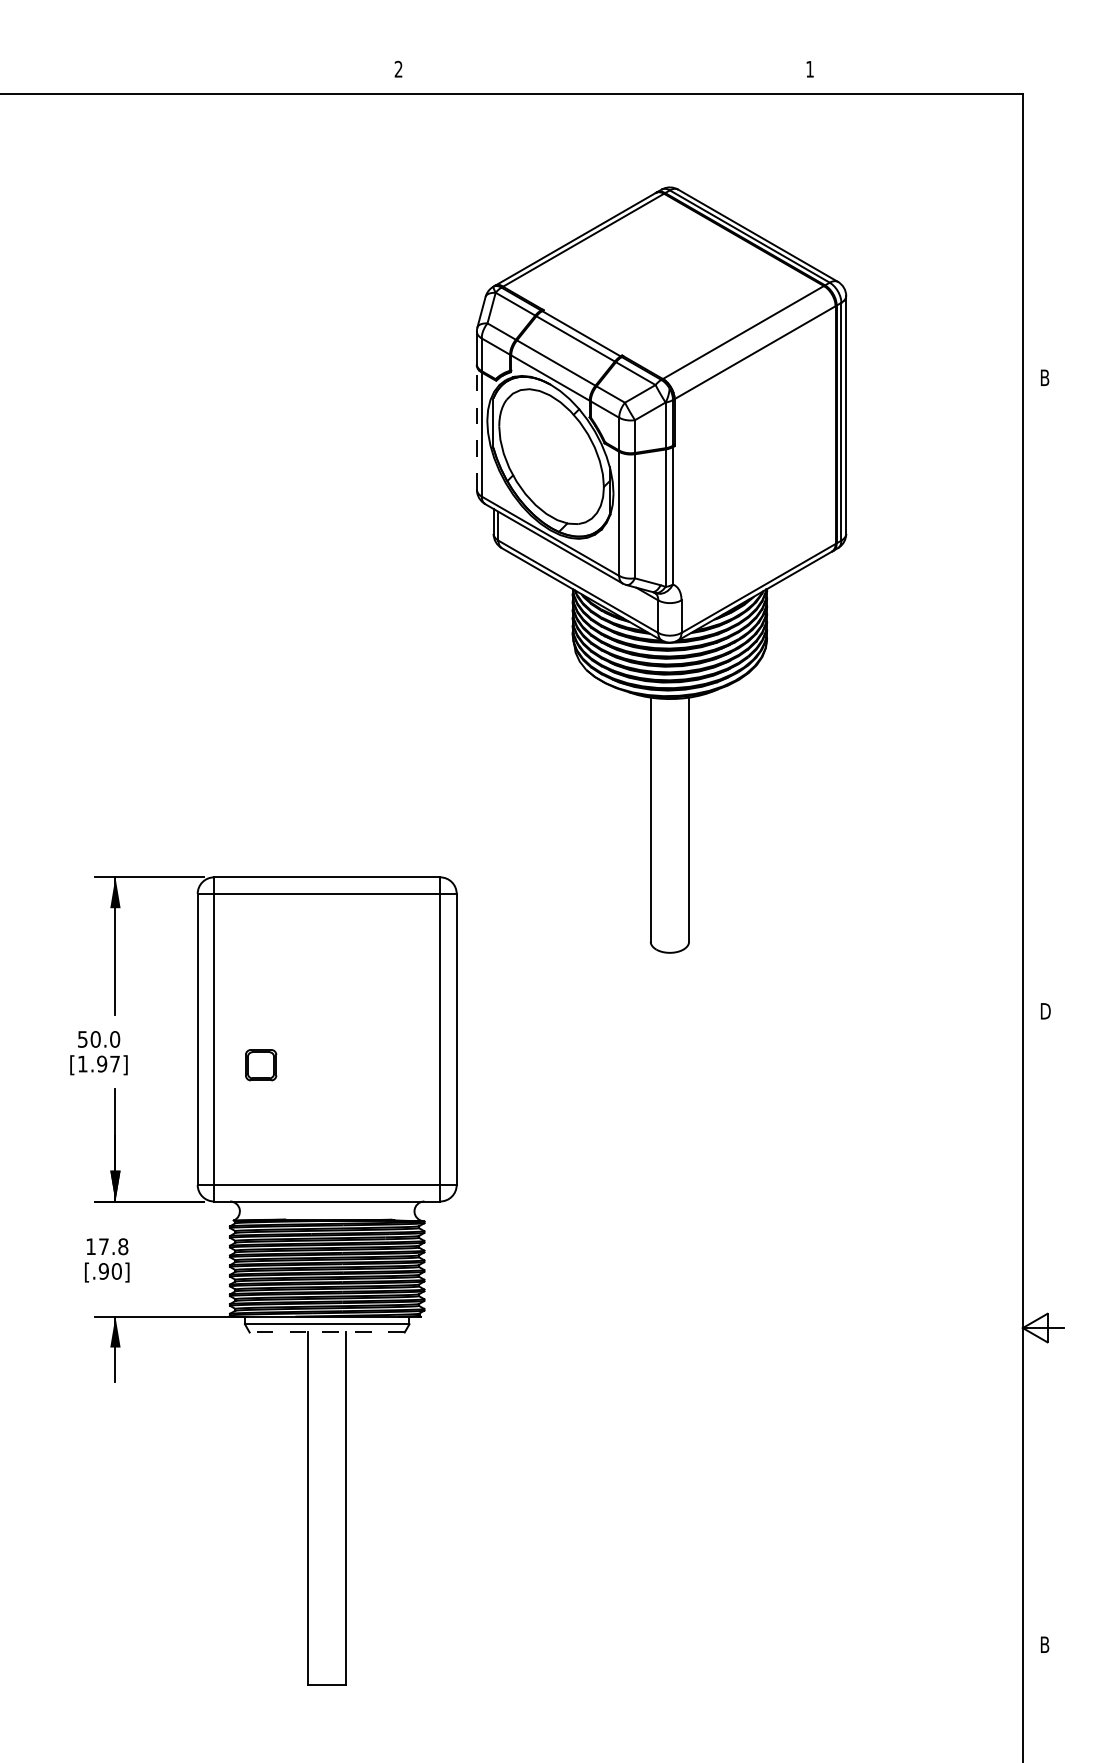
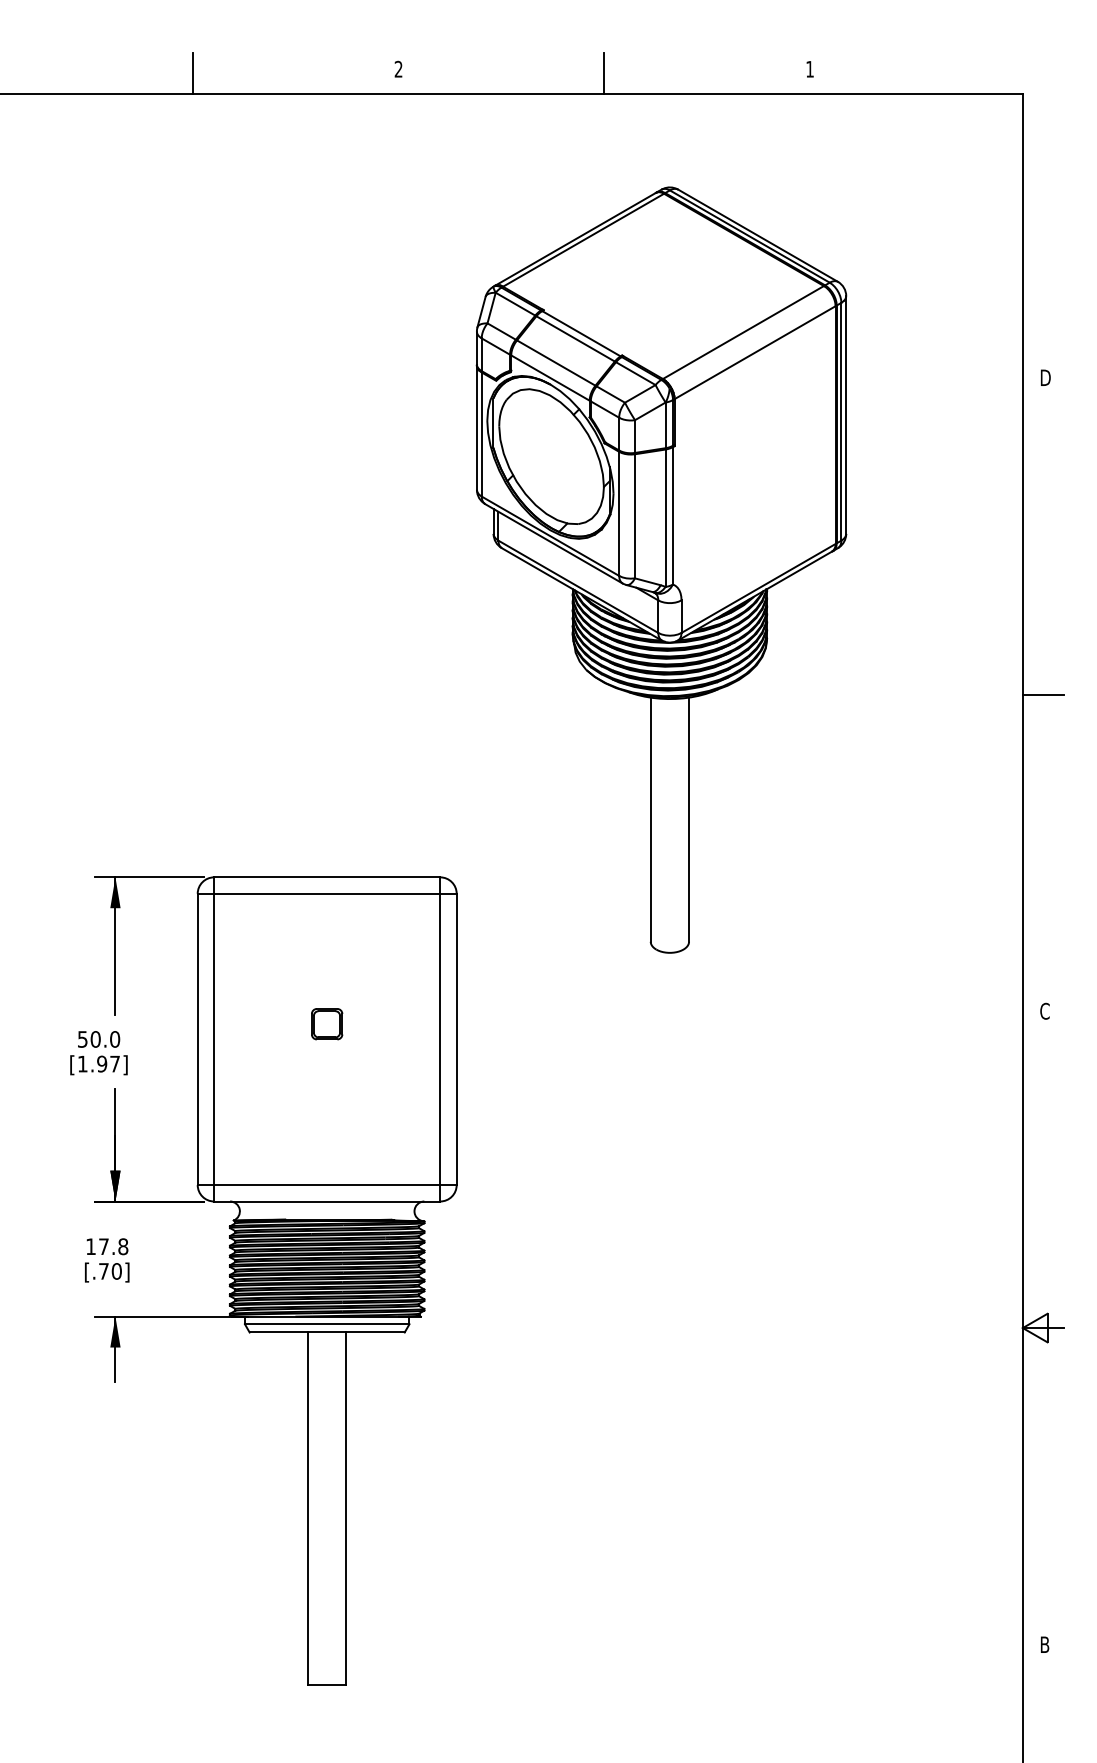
line at (193, 73): none -> present
line at (604, 73): none -> present
text at (1046, 377): B -> D
line at (476, 427): dashed -> solid
line at (1042, 694): none -> present
text at (1045, 1010): D -> C
part at (261, 1065) position: (261, 1065) -> (327, 1024)
text at (103, 1271): [.90] -> [.70]
line at (327, 1332): dashed -> solid
